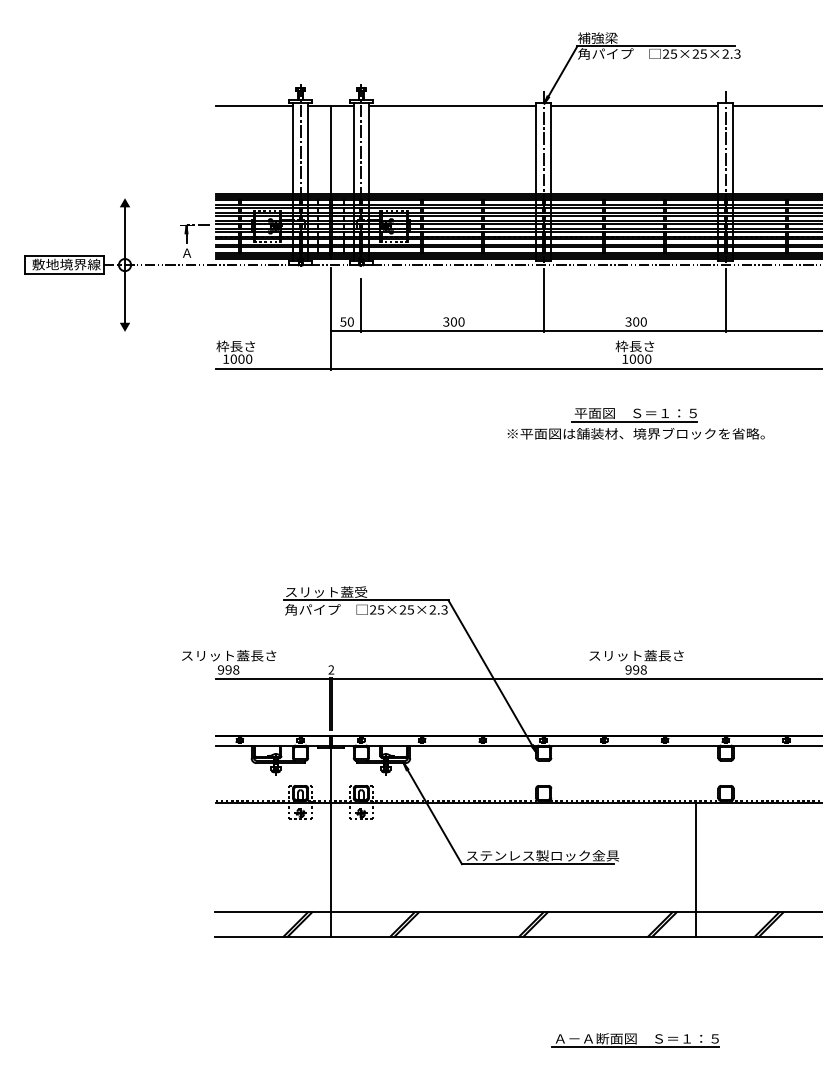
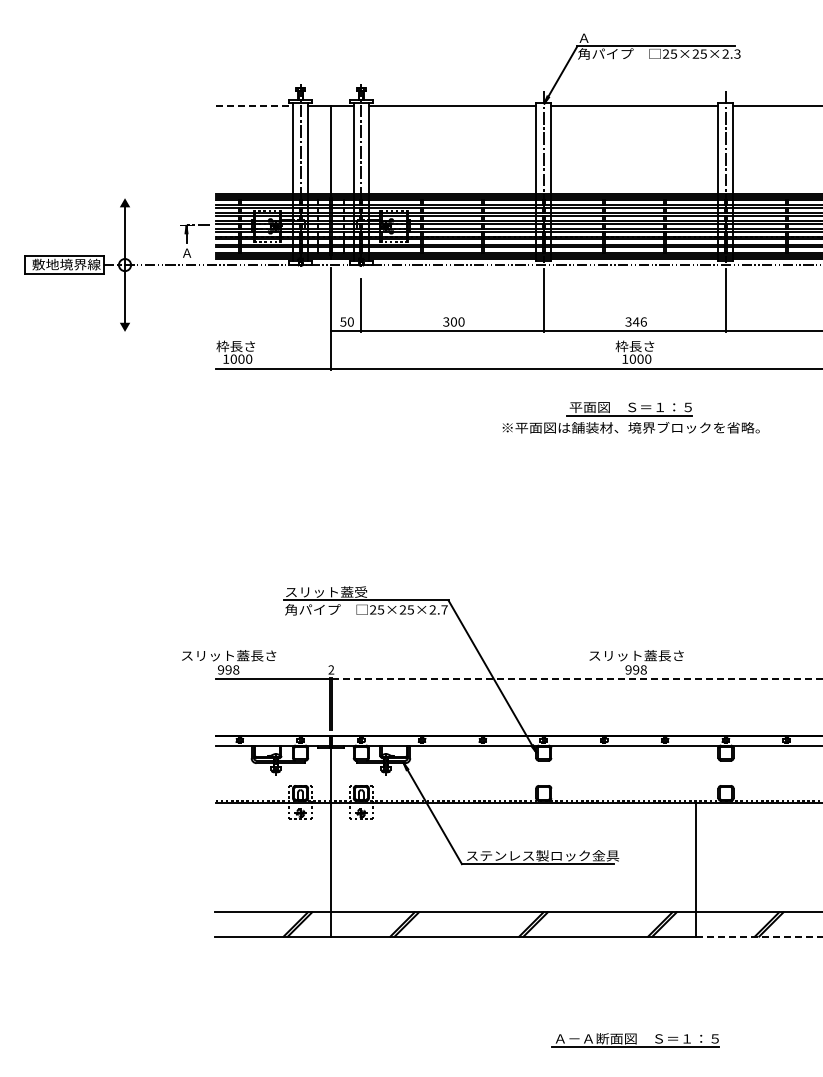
text at (597, 37): 補強梁 -> Ａ
line at (254, 106): solid -> dashed
text at (639, 321): 300 -> 346
part at (635, 423) position: (635, 423) -> (630, 417)
text at (444, 609): 25×25×2.3 -> 25×25×2.7
line at (577, 679): solid -> dashed
line at (759, 936): solid -> dashed
